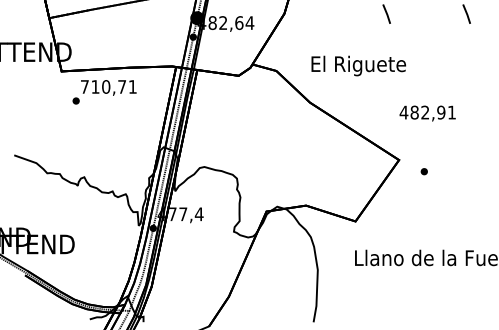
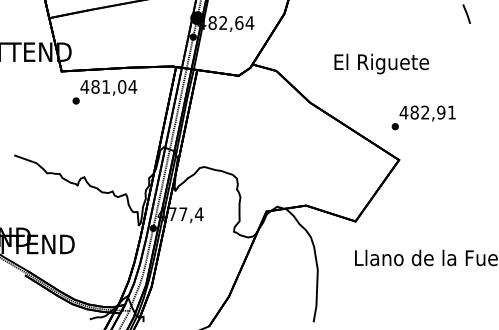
line at (386, 13): present -> none
text at (358, 65) position: (358, 65) -> (381, 63)
text at (108, 86): 710,71 -> 481,04
part at (423, 171) position: (423, 171) -> (394, 126)
